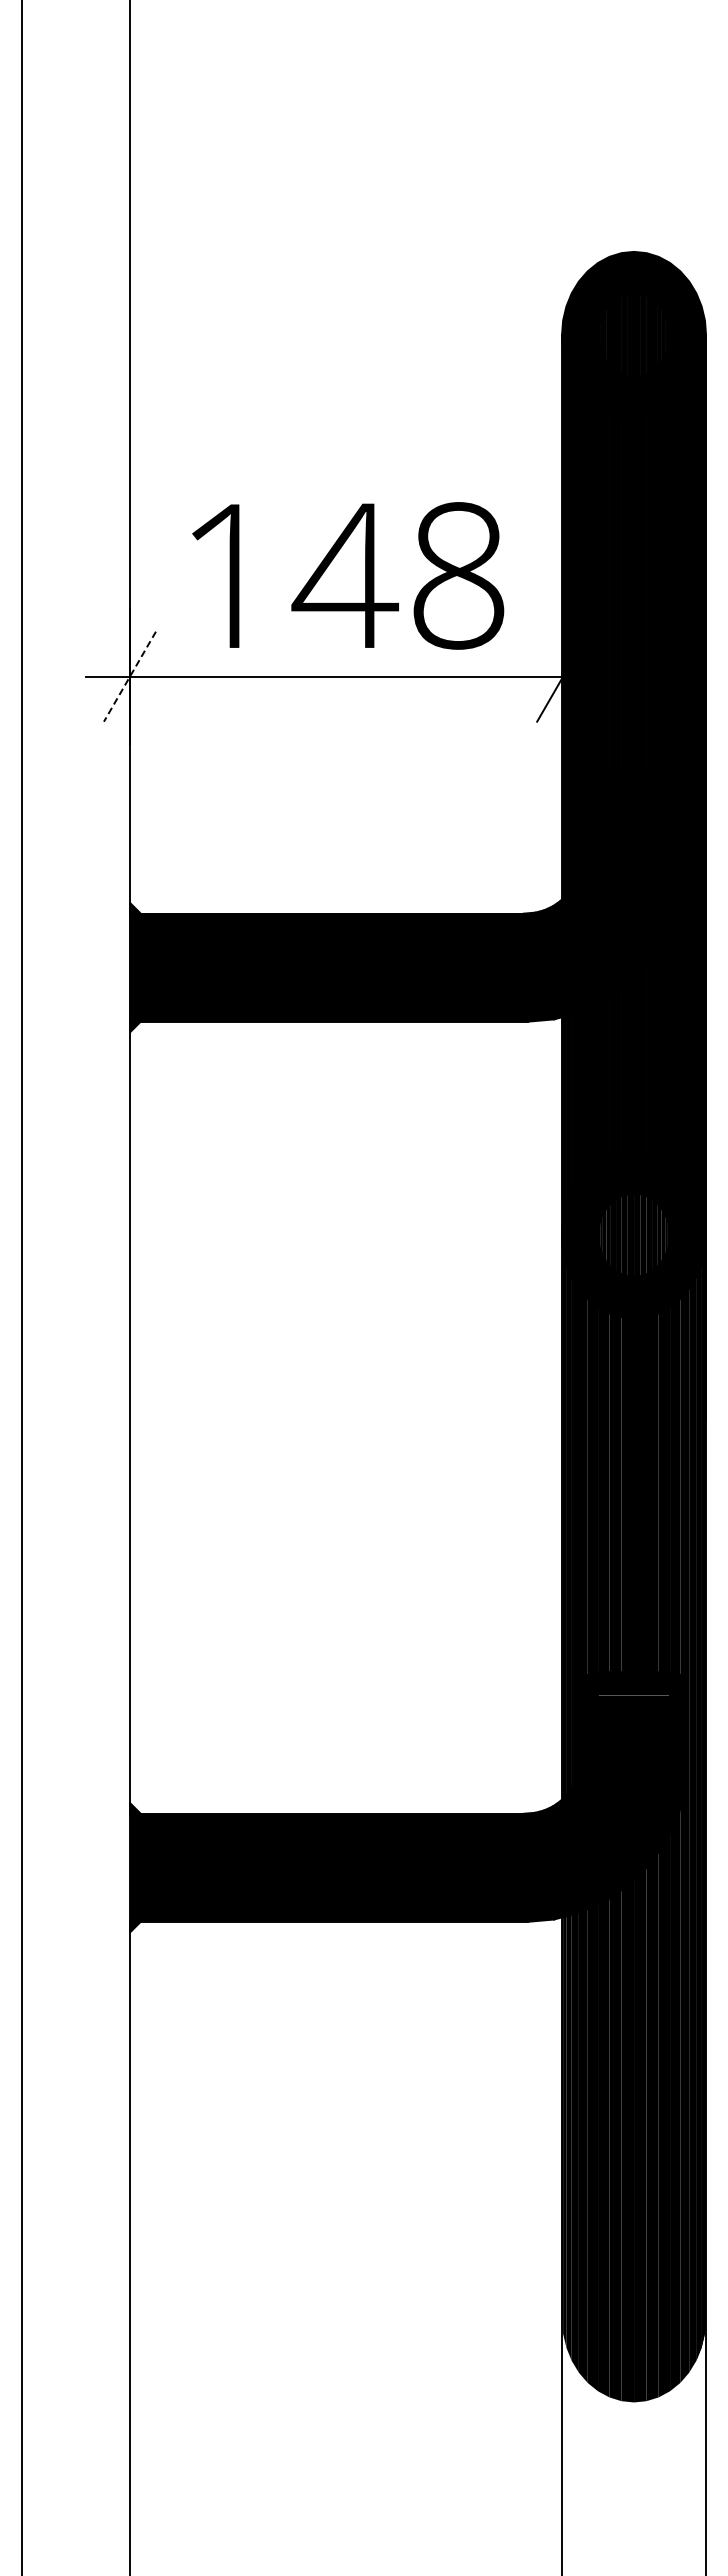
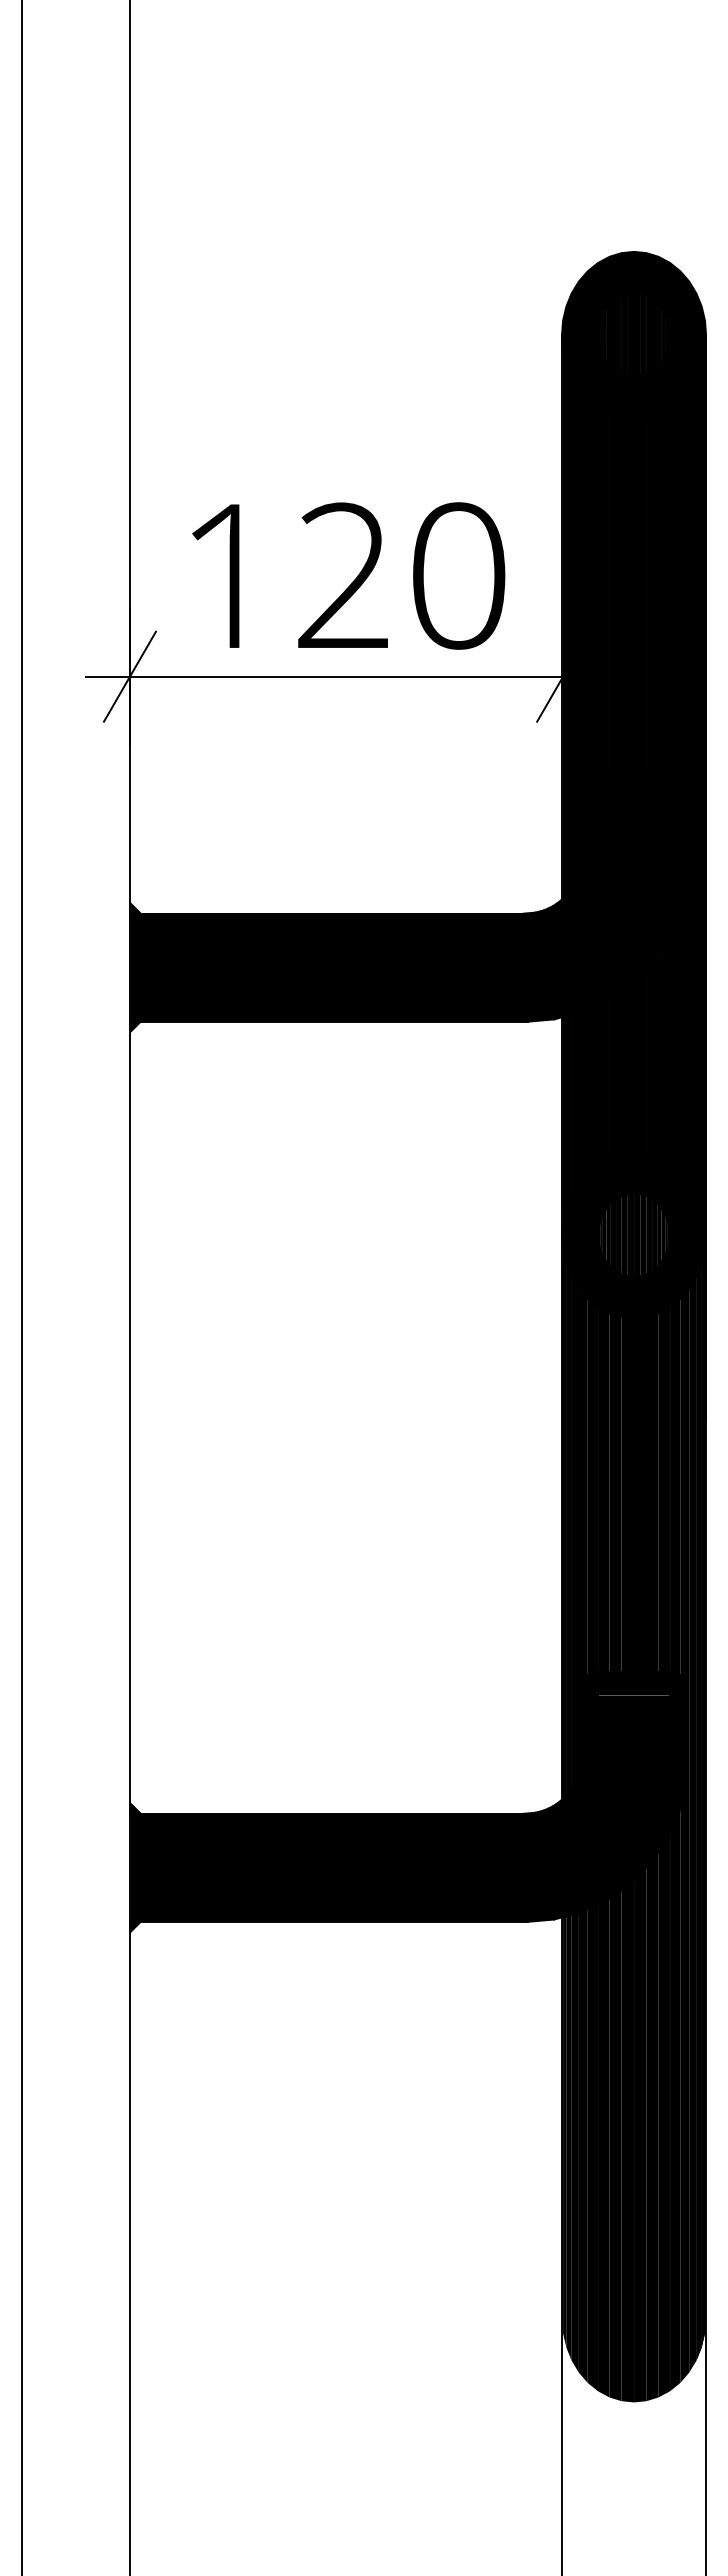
text at (398, 575): 148 -> 120
line at (129, 676): dashed -> solid
